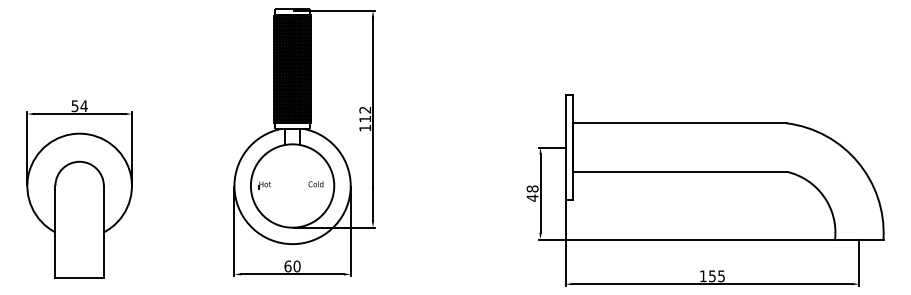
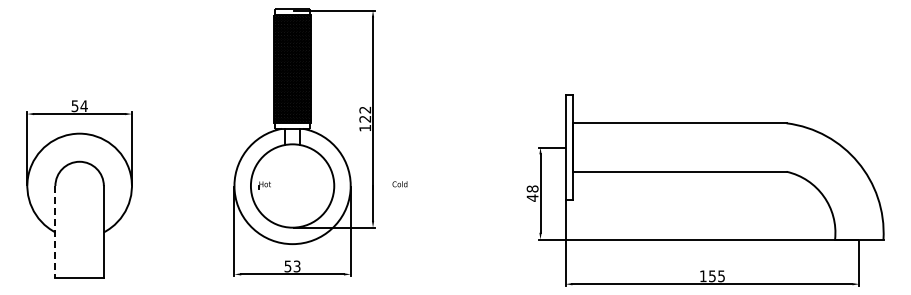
text at (364, 118): 112 -> 122
text at (315, 184) position: (315, 184) -> (399, 184)
line at (55, 232): solid -> dashed
text at (292, 266): 60 -> 53
